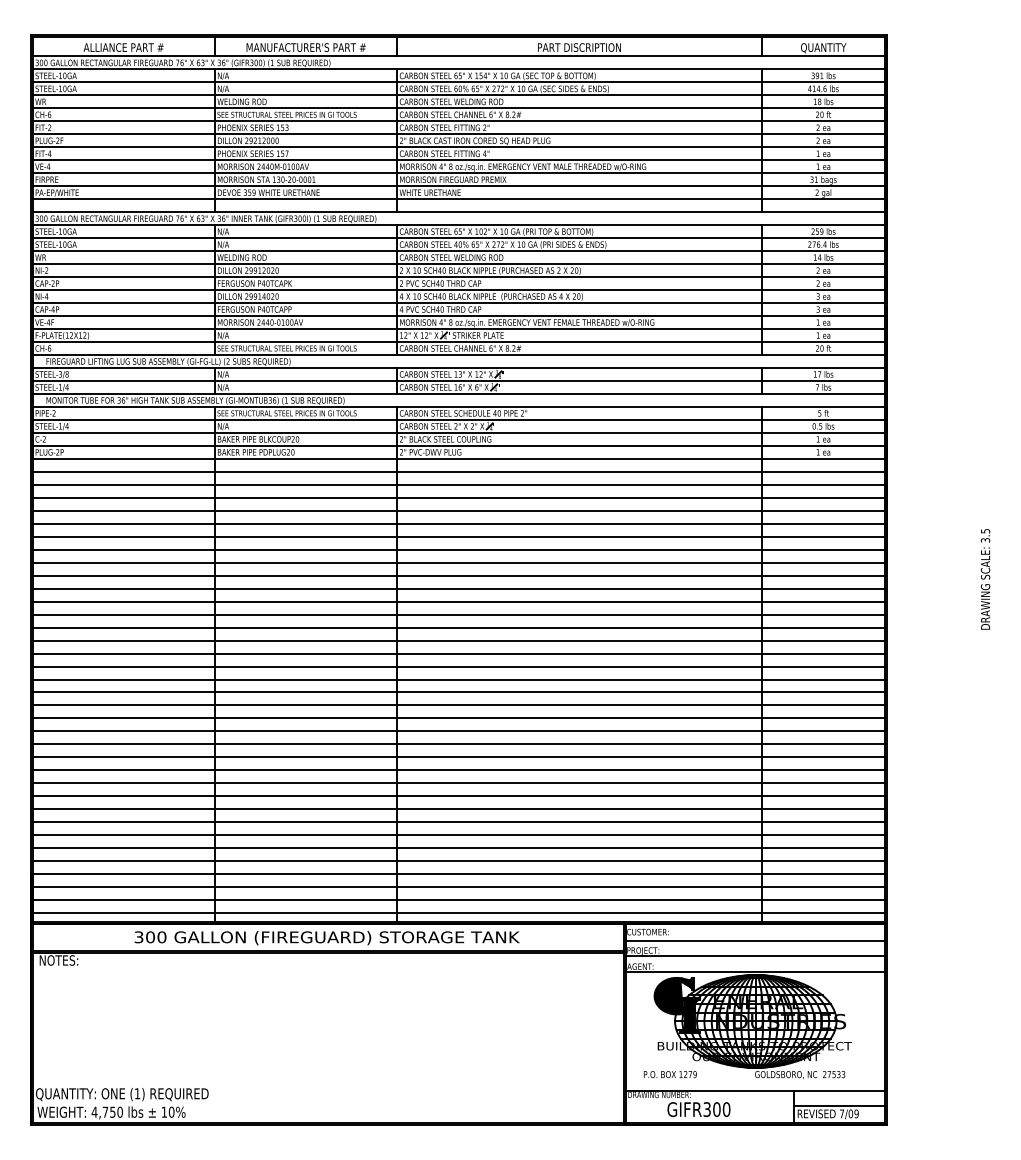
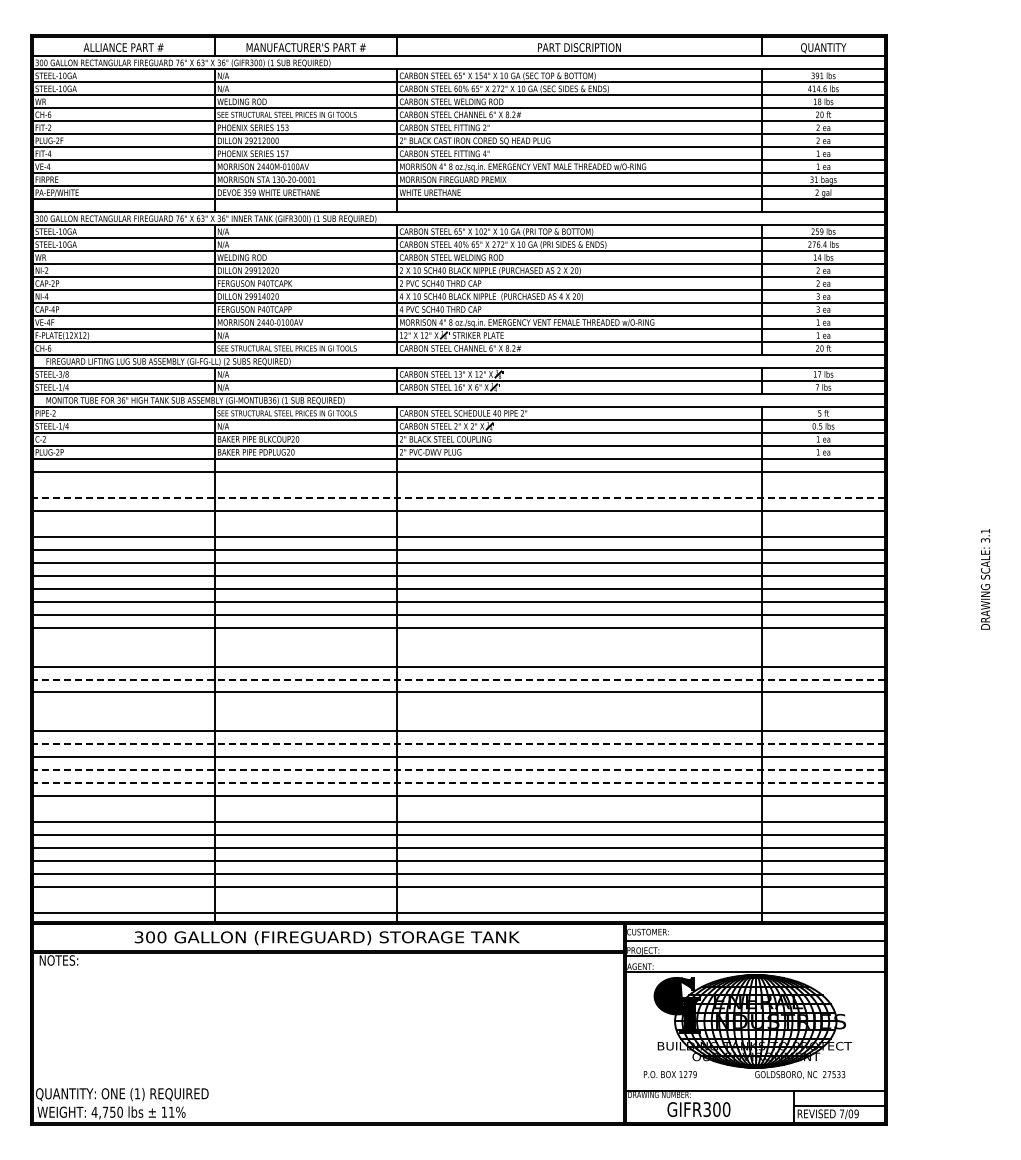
line at (458, 484): present -> none
line at (458, 497): solid -> dashed
line at (458, 523): present -> none
text at (985, 531): 3.5 -> 3.1
line at (458, 640): present -> none
line at (458, 653): present -> none
line at (458, 679): solid -> dashed
line at (458, 705): present -> none
line at (458, 718): present -> none
line at (458, 744): solid -> dashed
line at (458, 770): solid -> dashed
line at (458, 783): solid -> dashed
line at (458, 809): present -> none
line at (458, 900): present -> none
text at (171, 1111): 10%%% -> 11%%%
